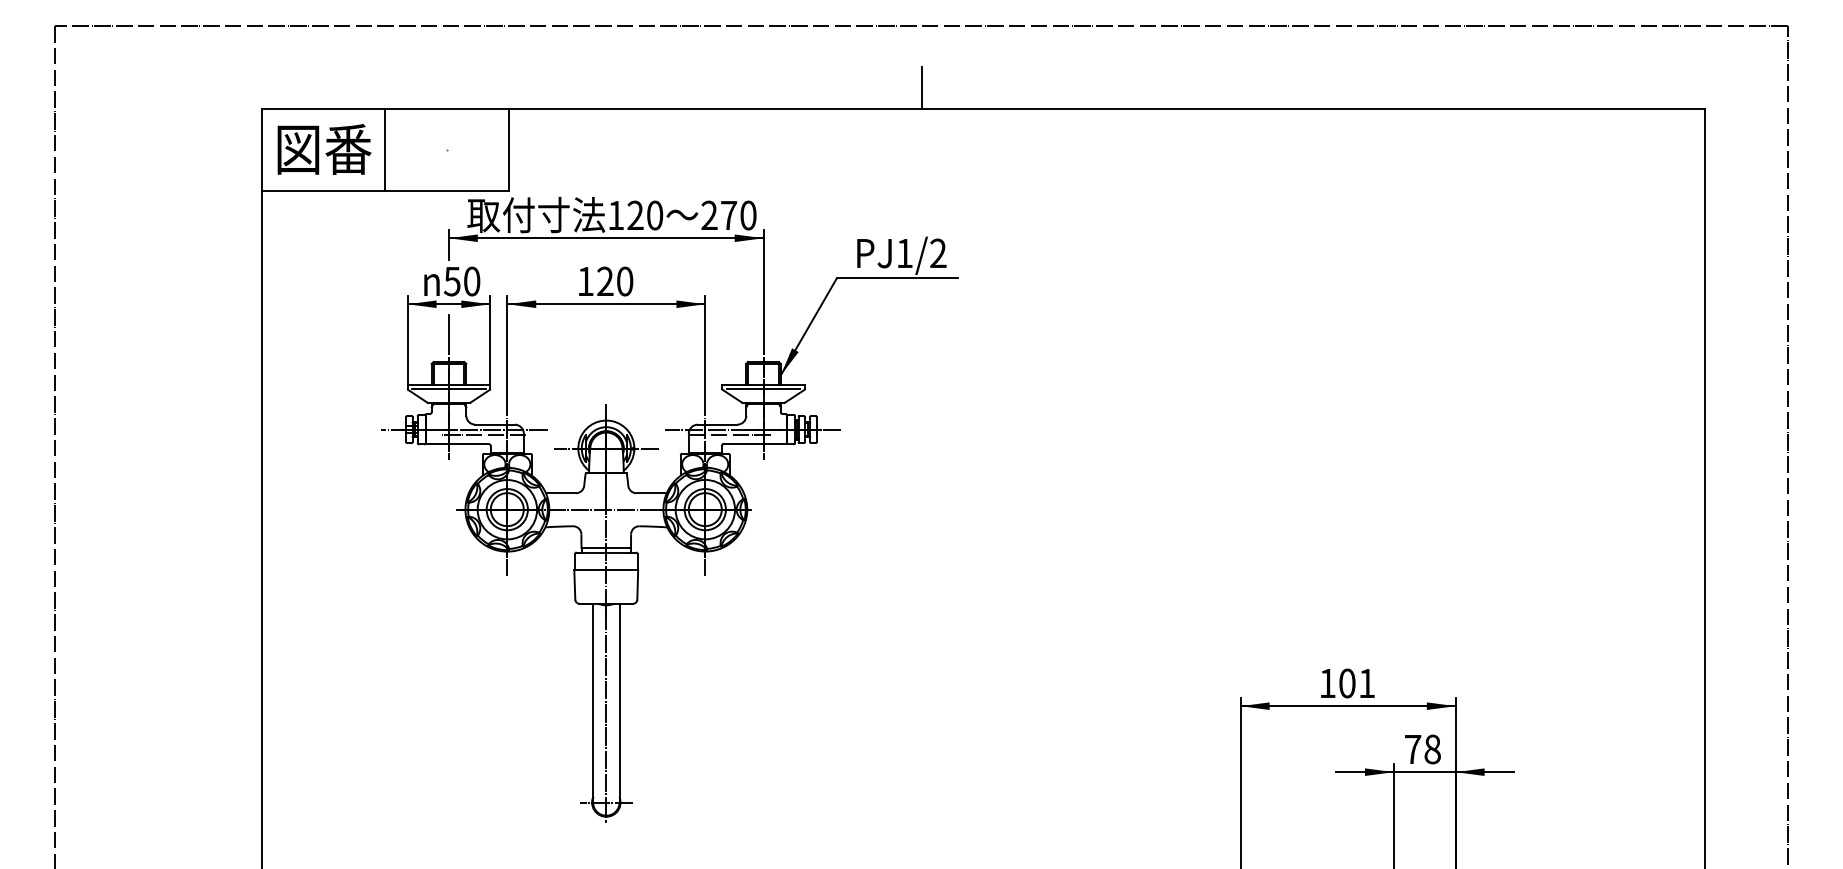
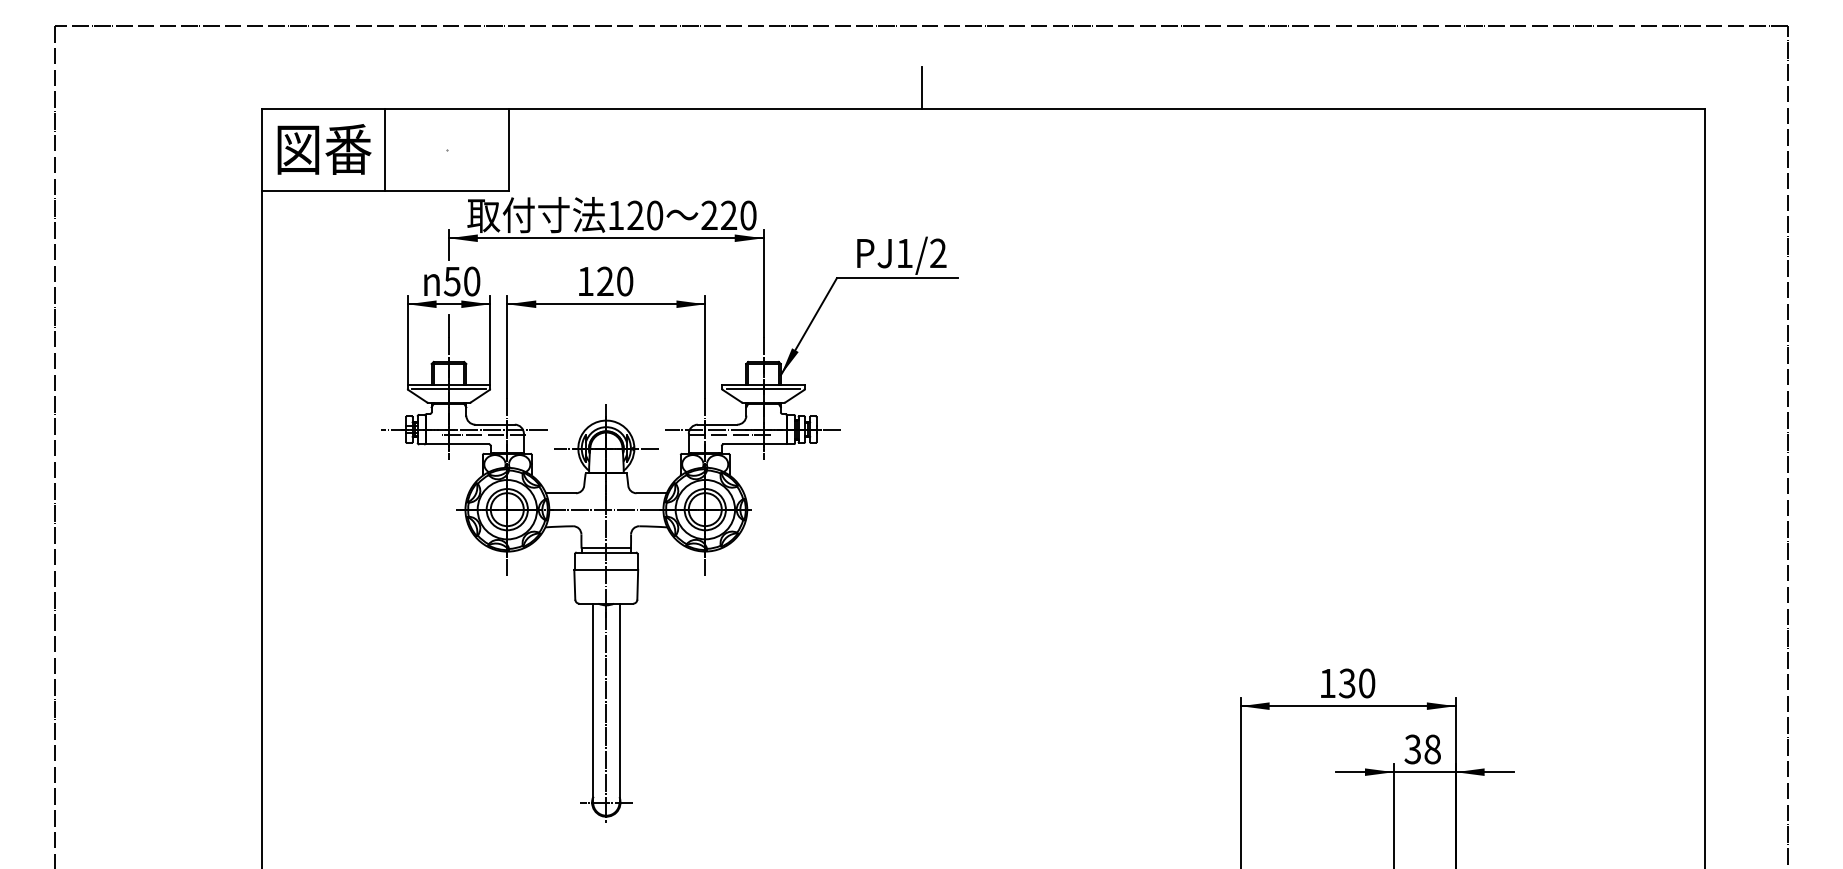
text at (729, 214): 270 -> 220
text at (1356, 683): 101 -> 130
text at (1412, 749): 78 -> 38
